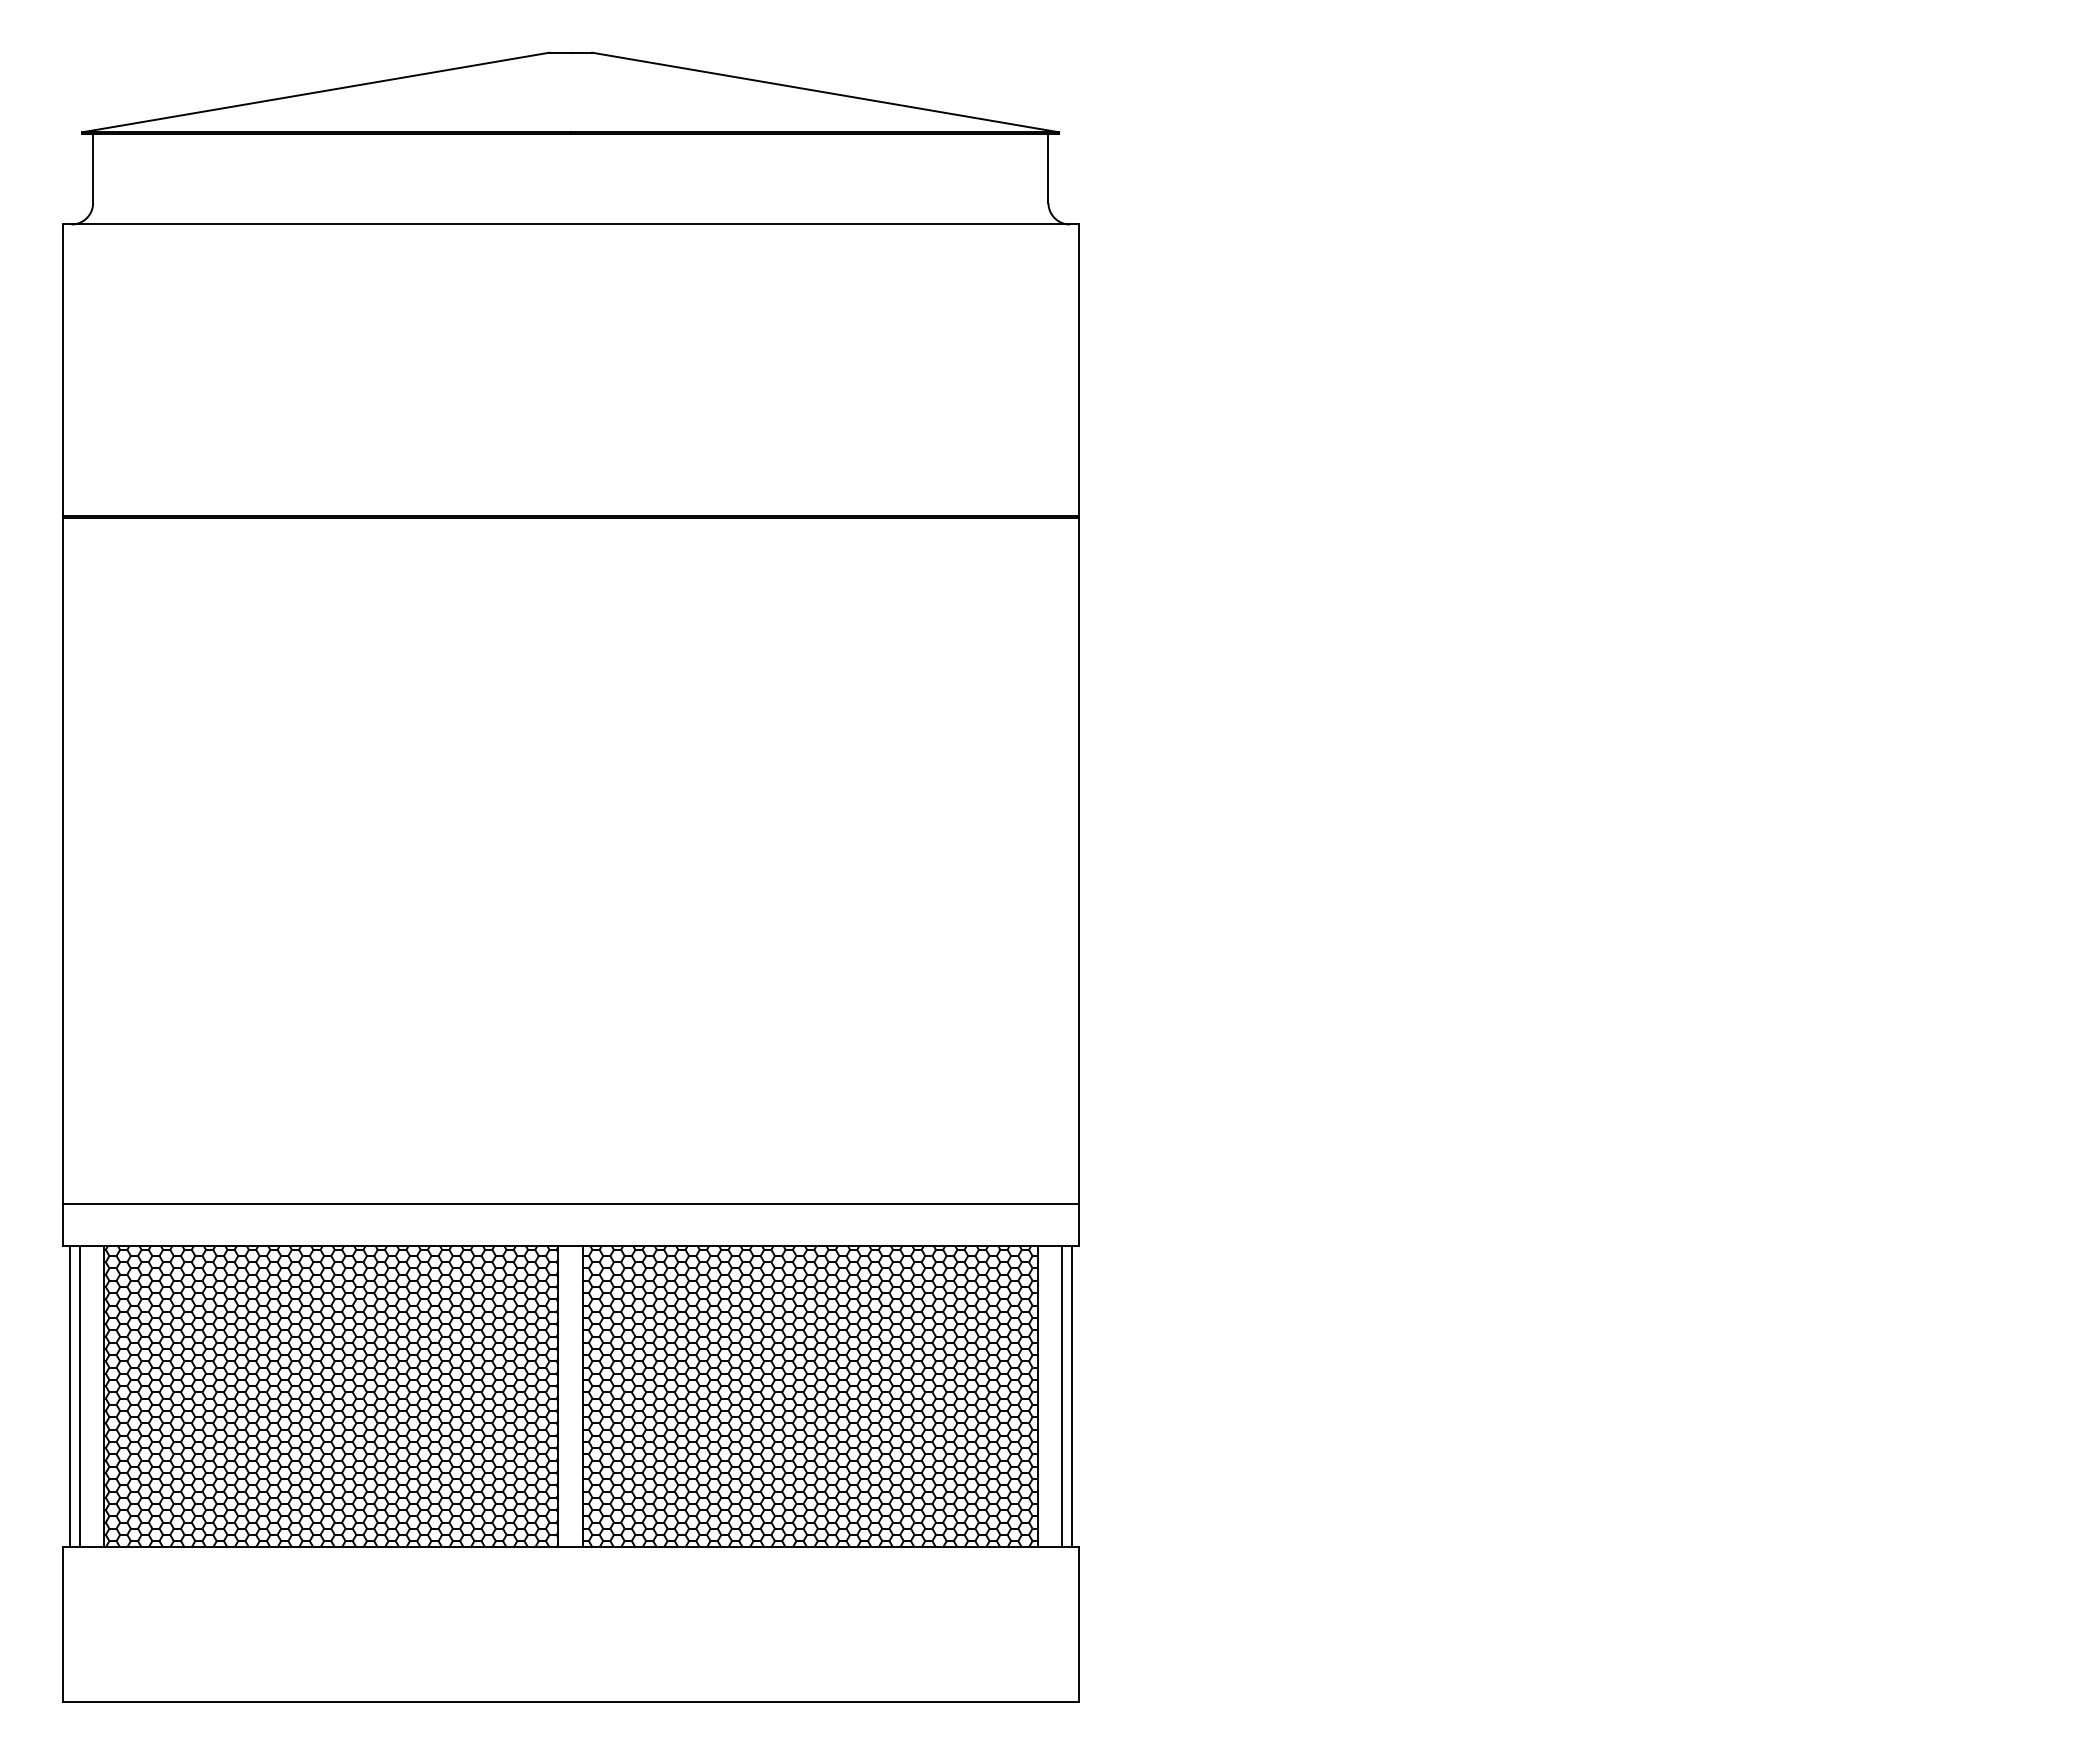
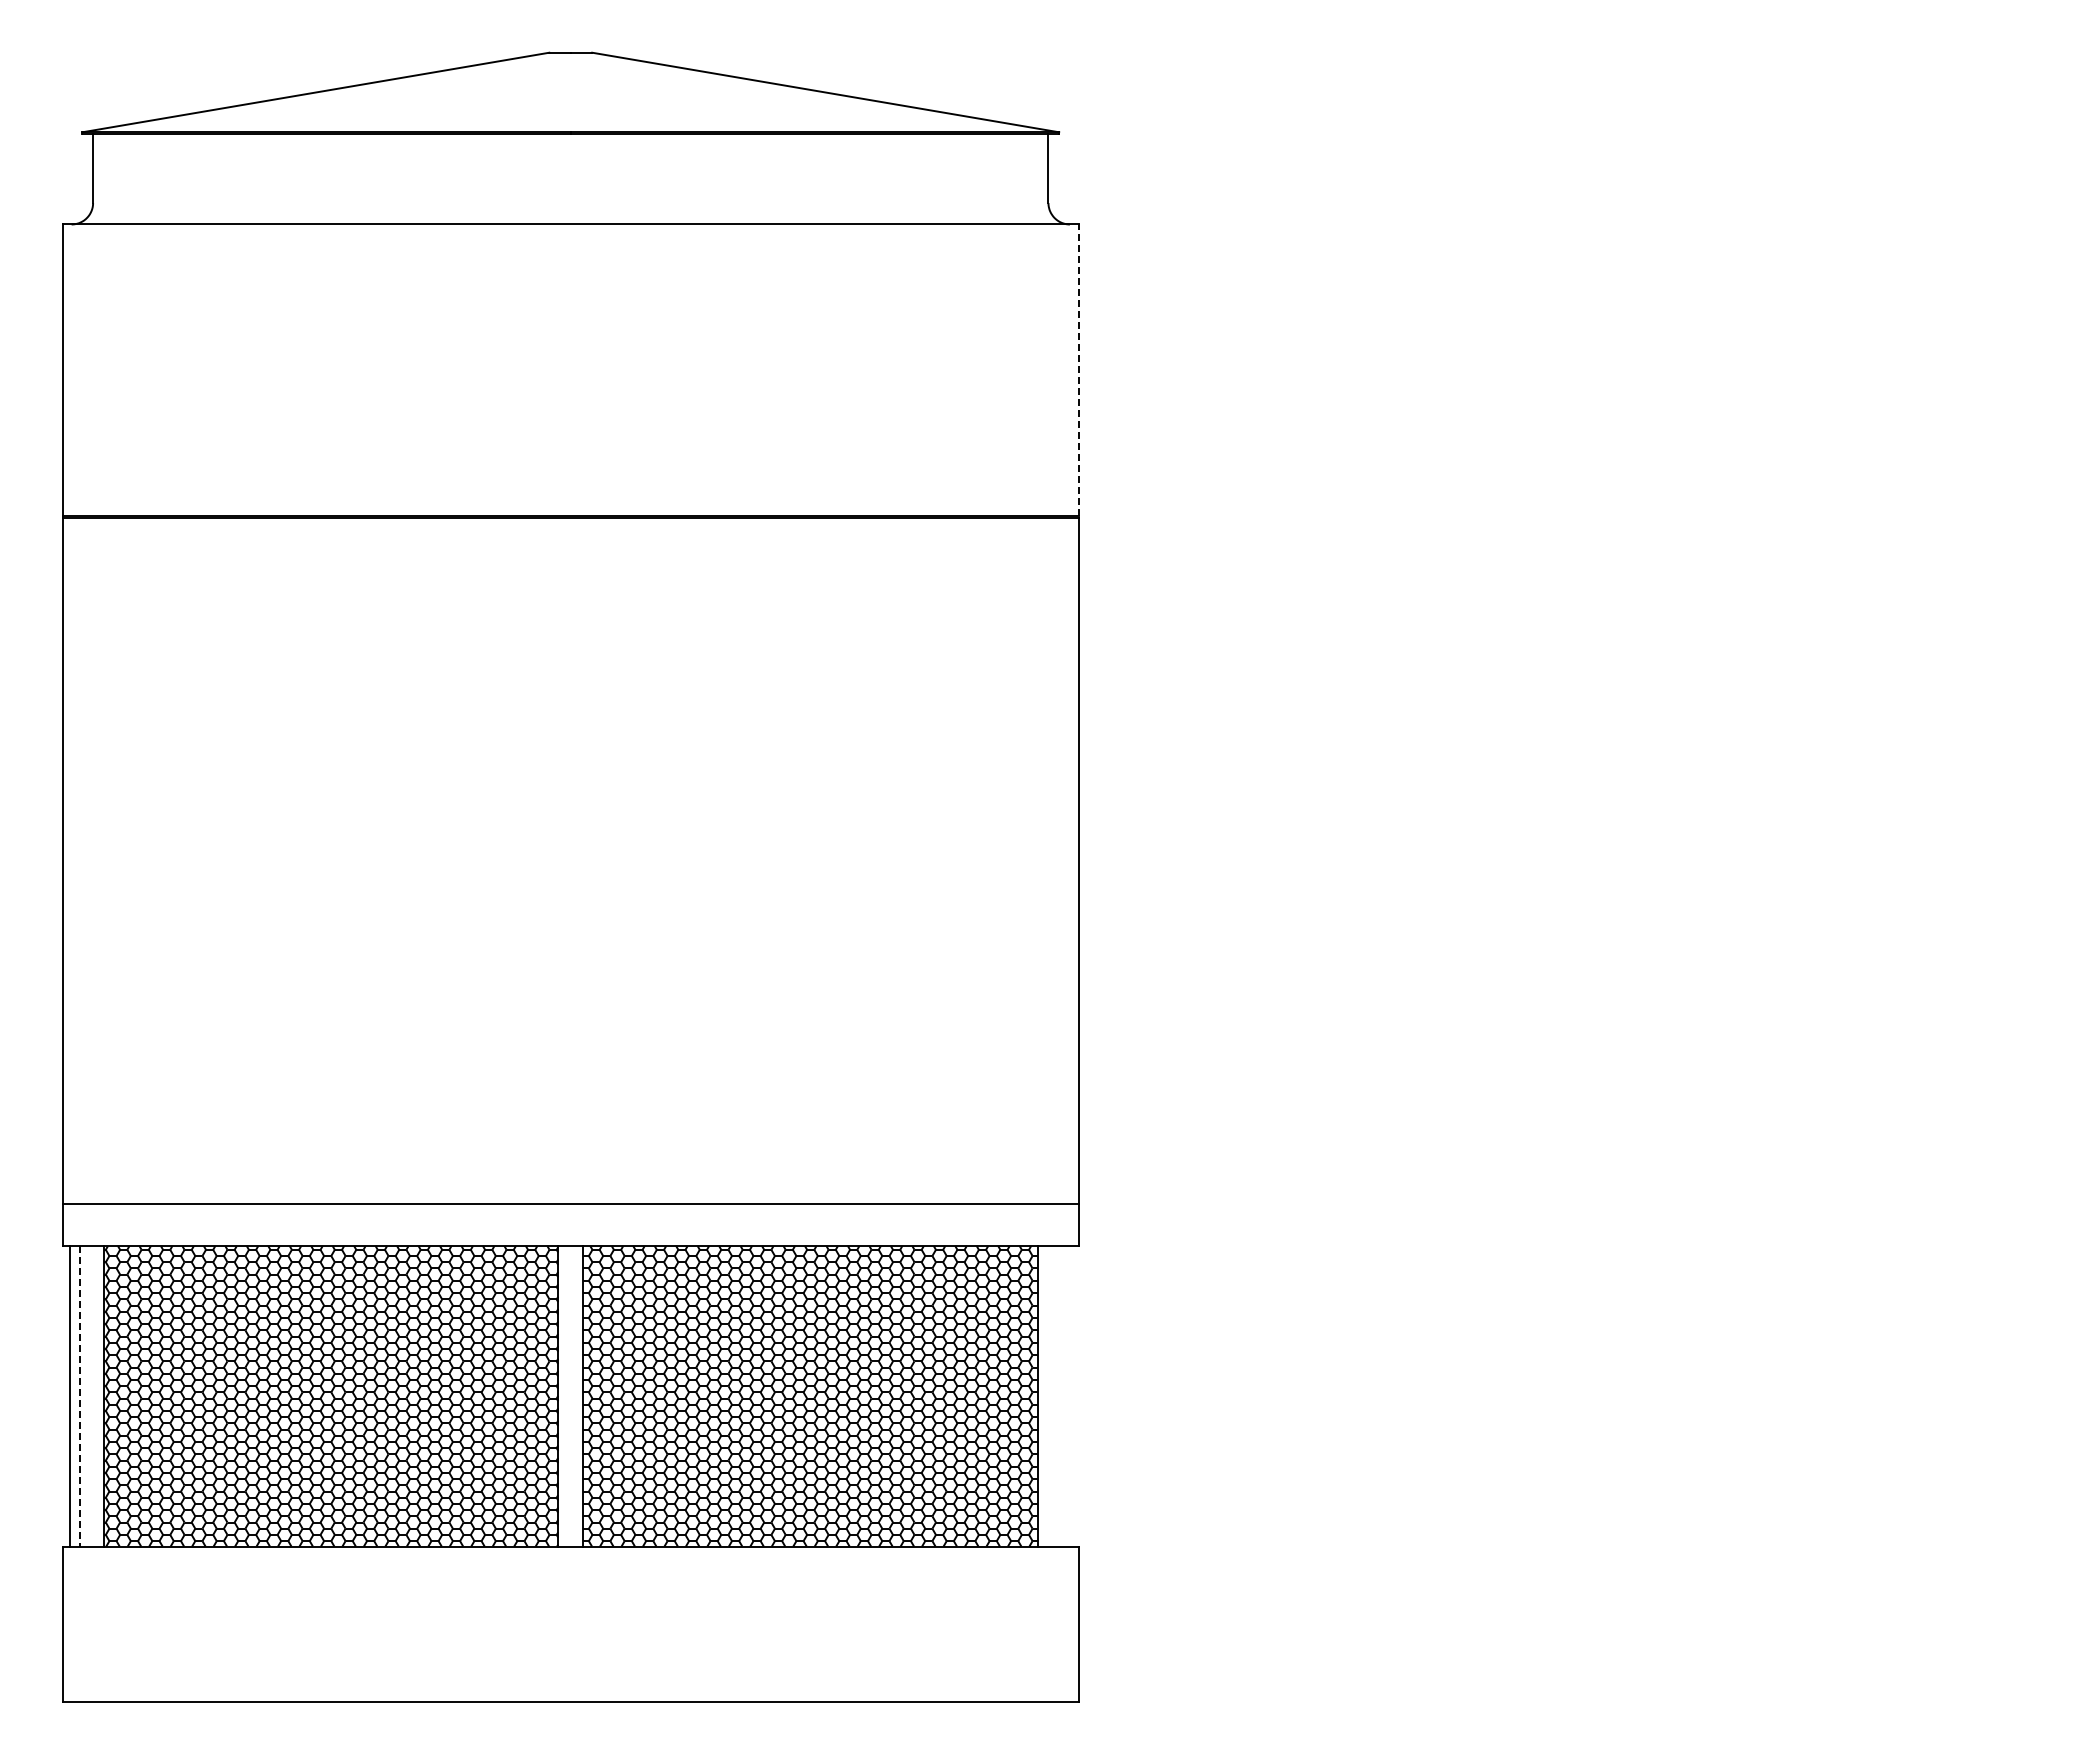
line at (1078, 370): solid -> dashed
line at (79, 1396): solid -> dashed
line at (1061, 1396): present -> none
line at (1071, 1396): present -> none
